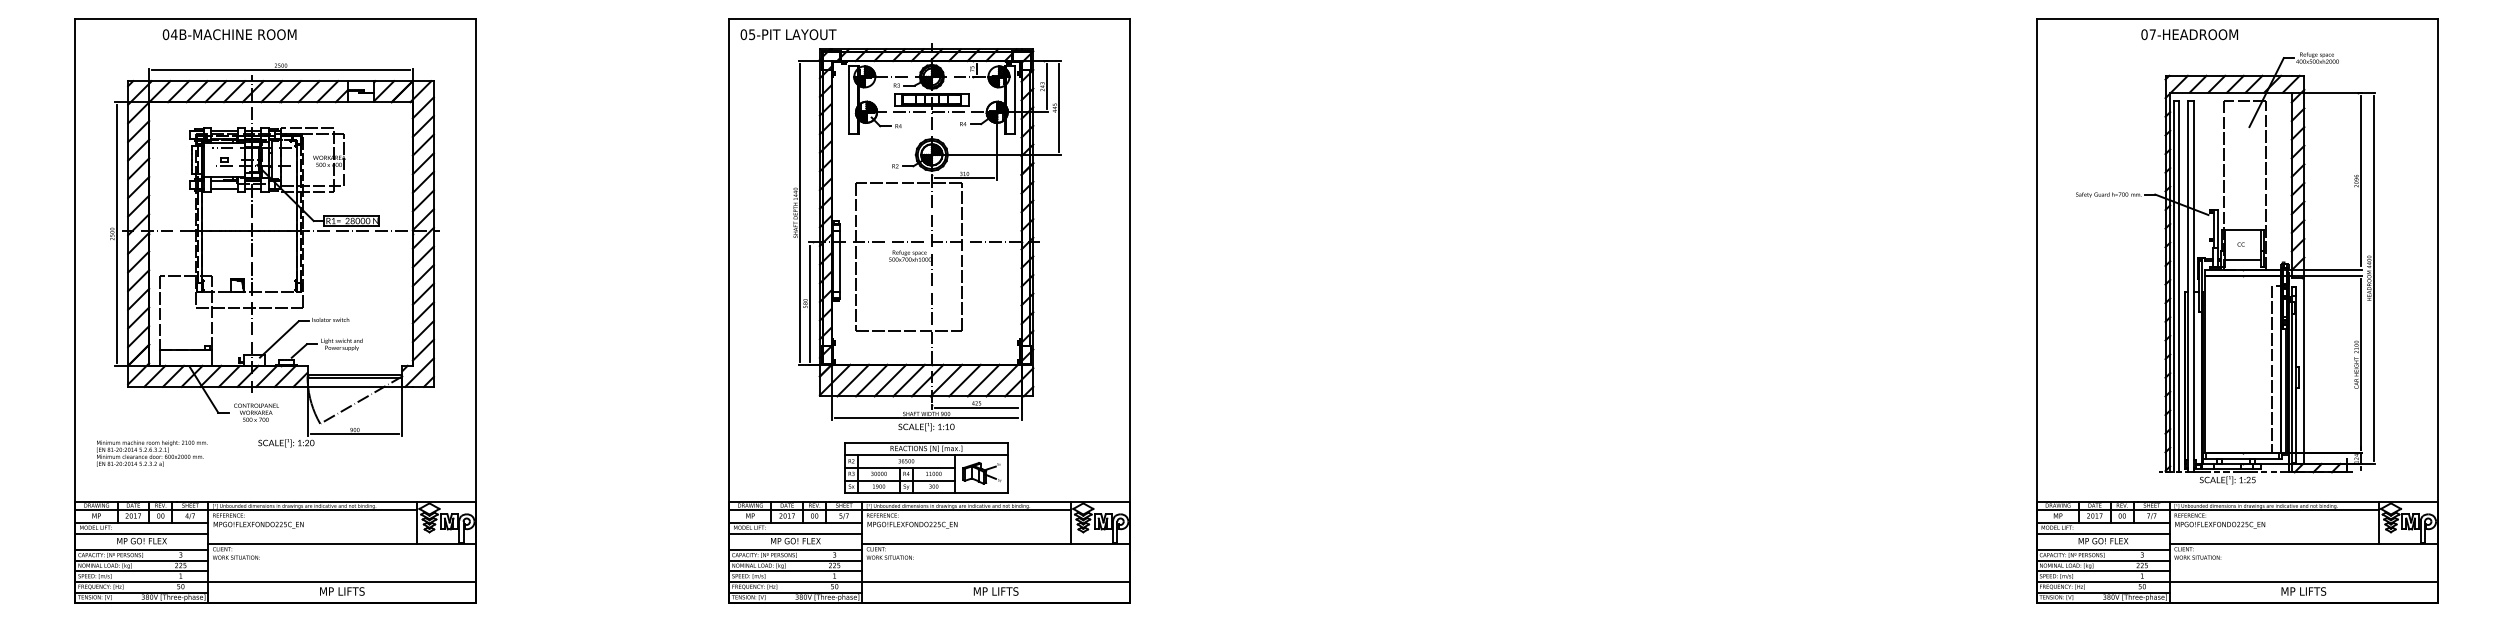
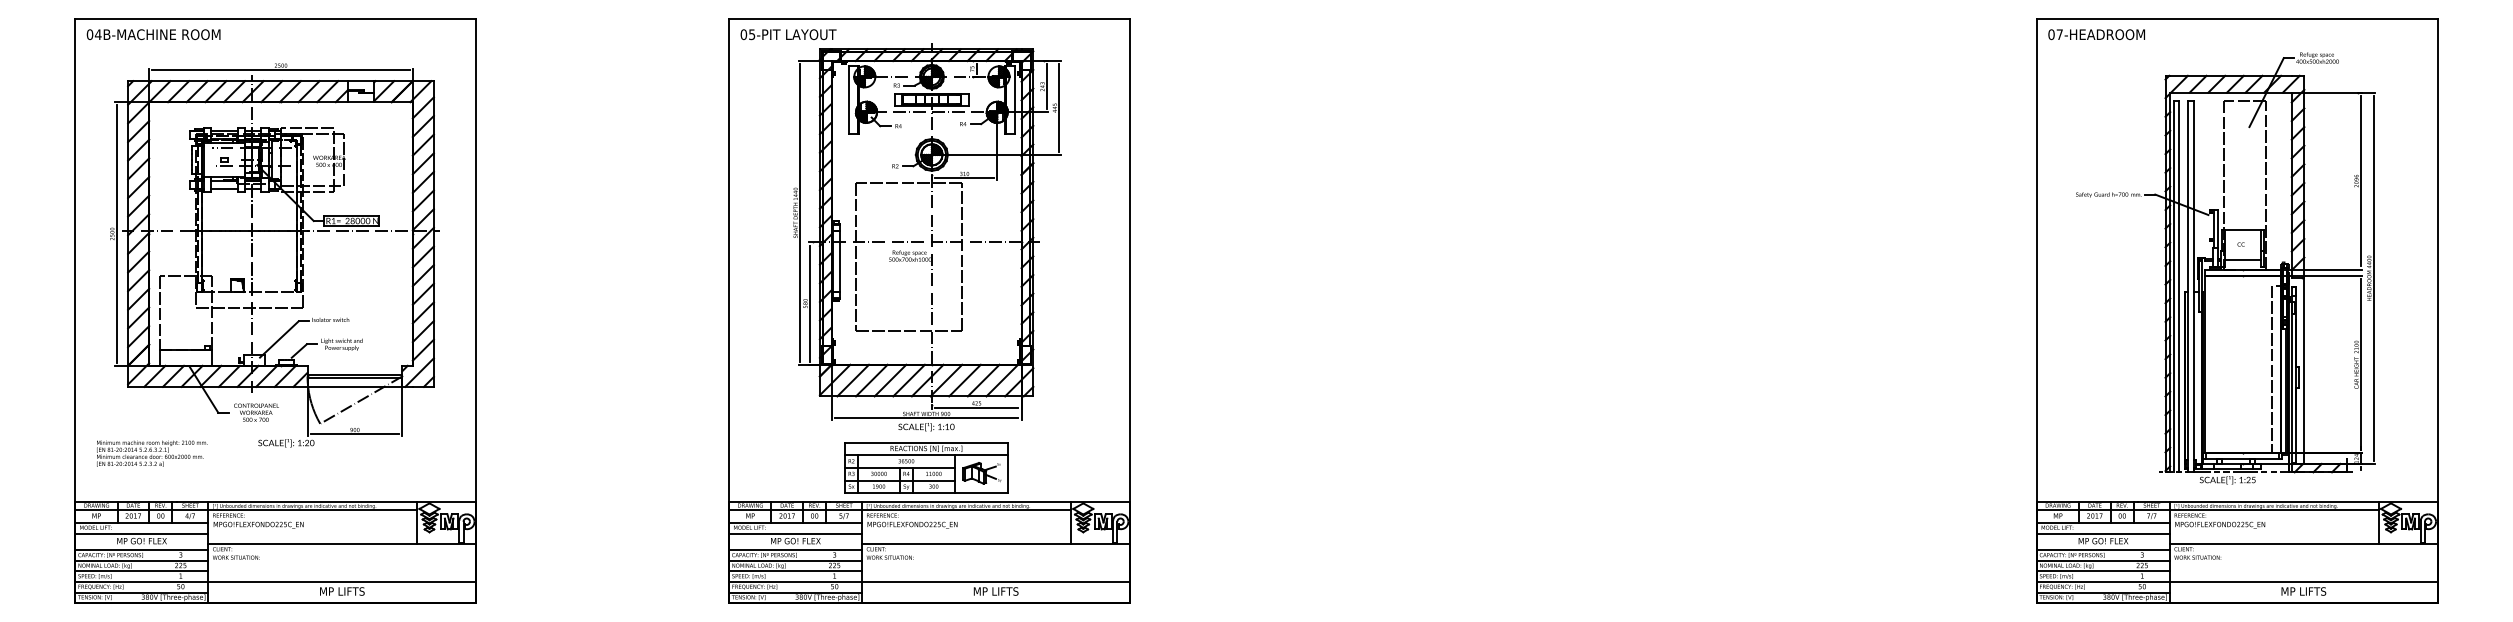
text at (229, 34) position: (229, 34) -> (153, 34)
text at (2189, 34) position: (2189, 34) -> (2096, 34)
